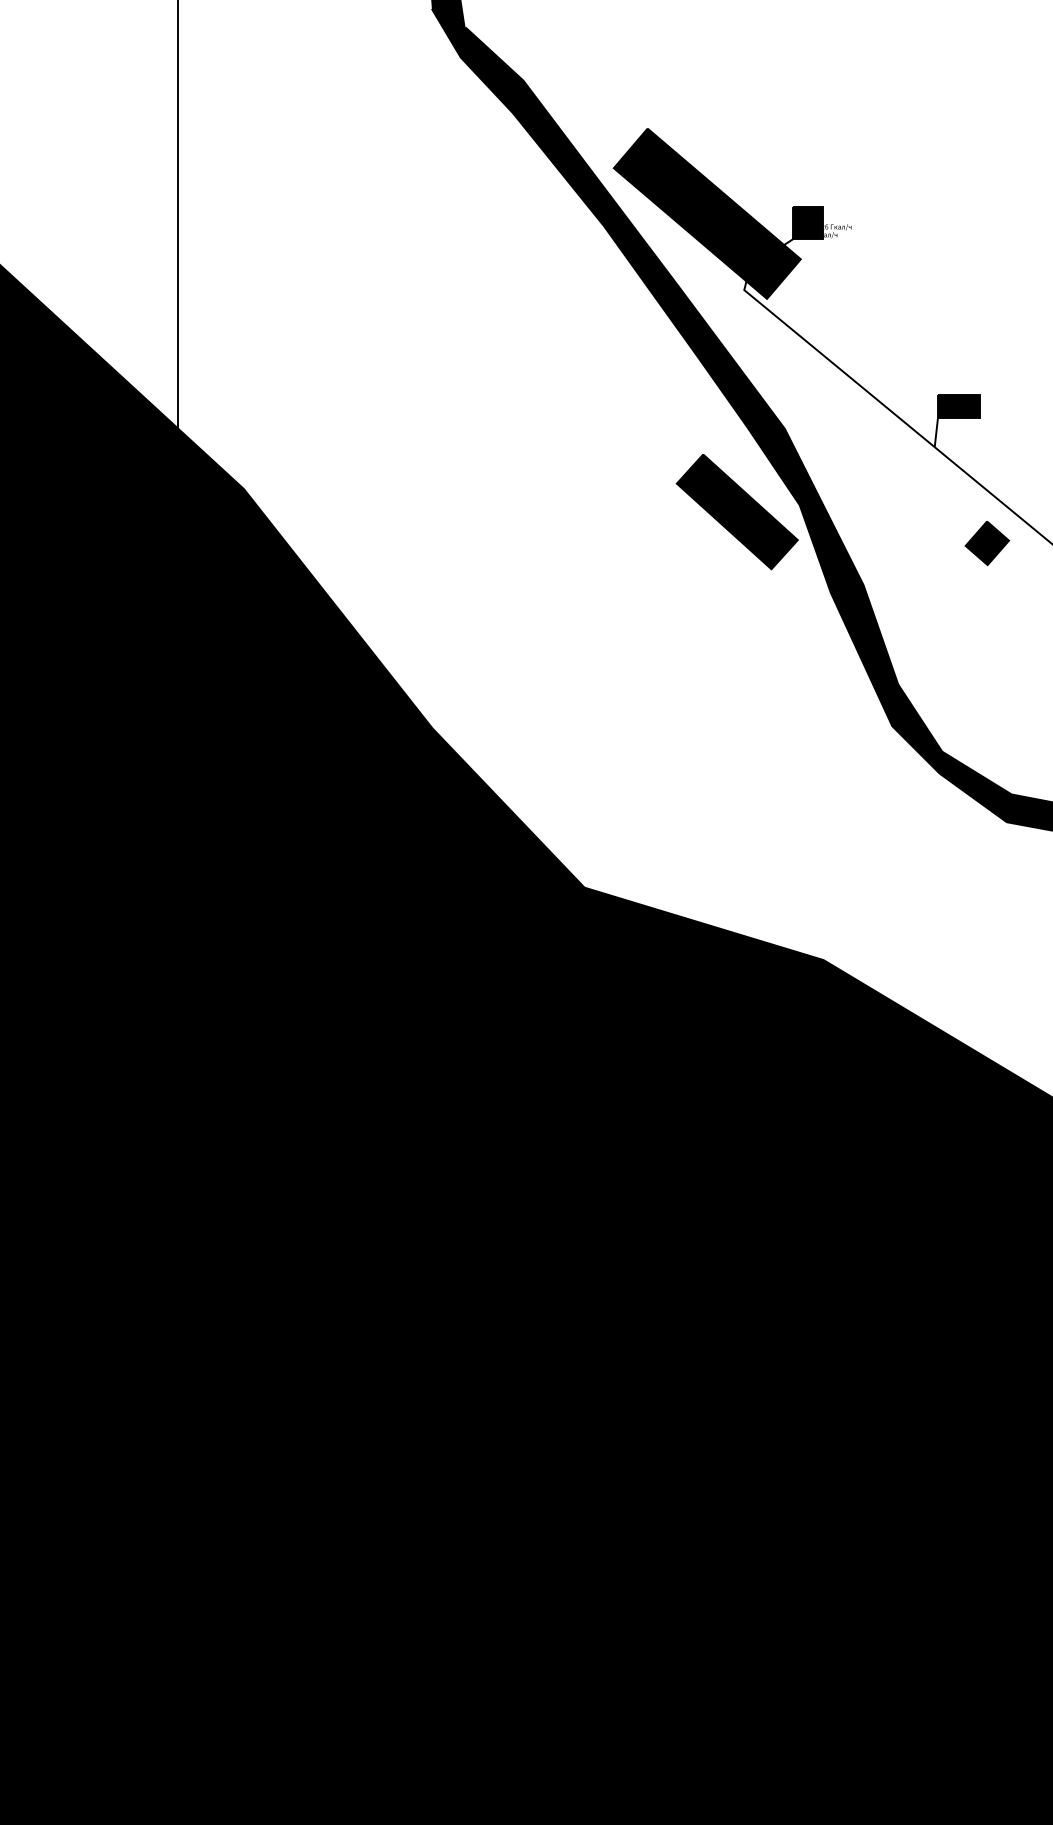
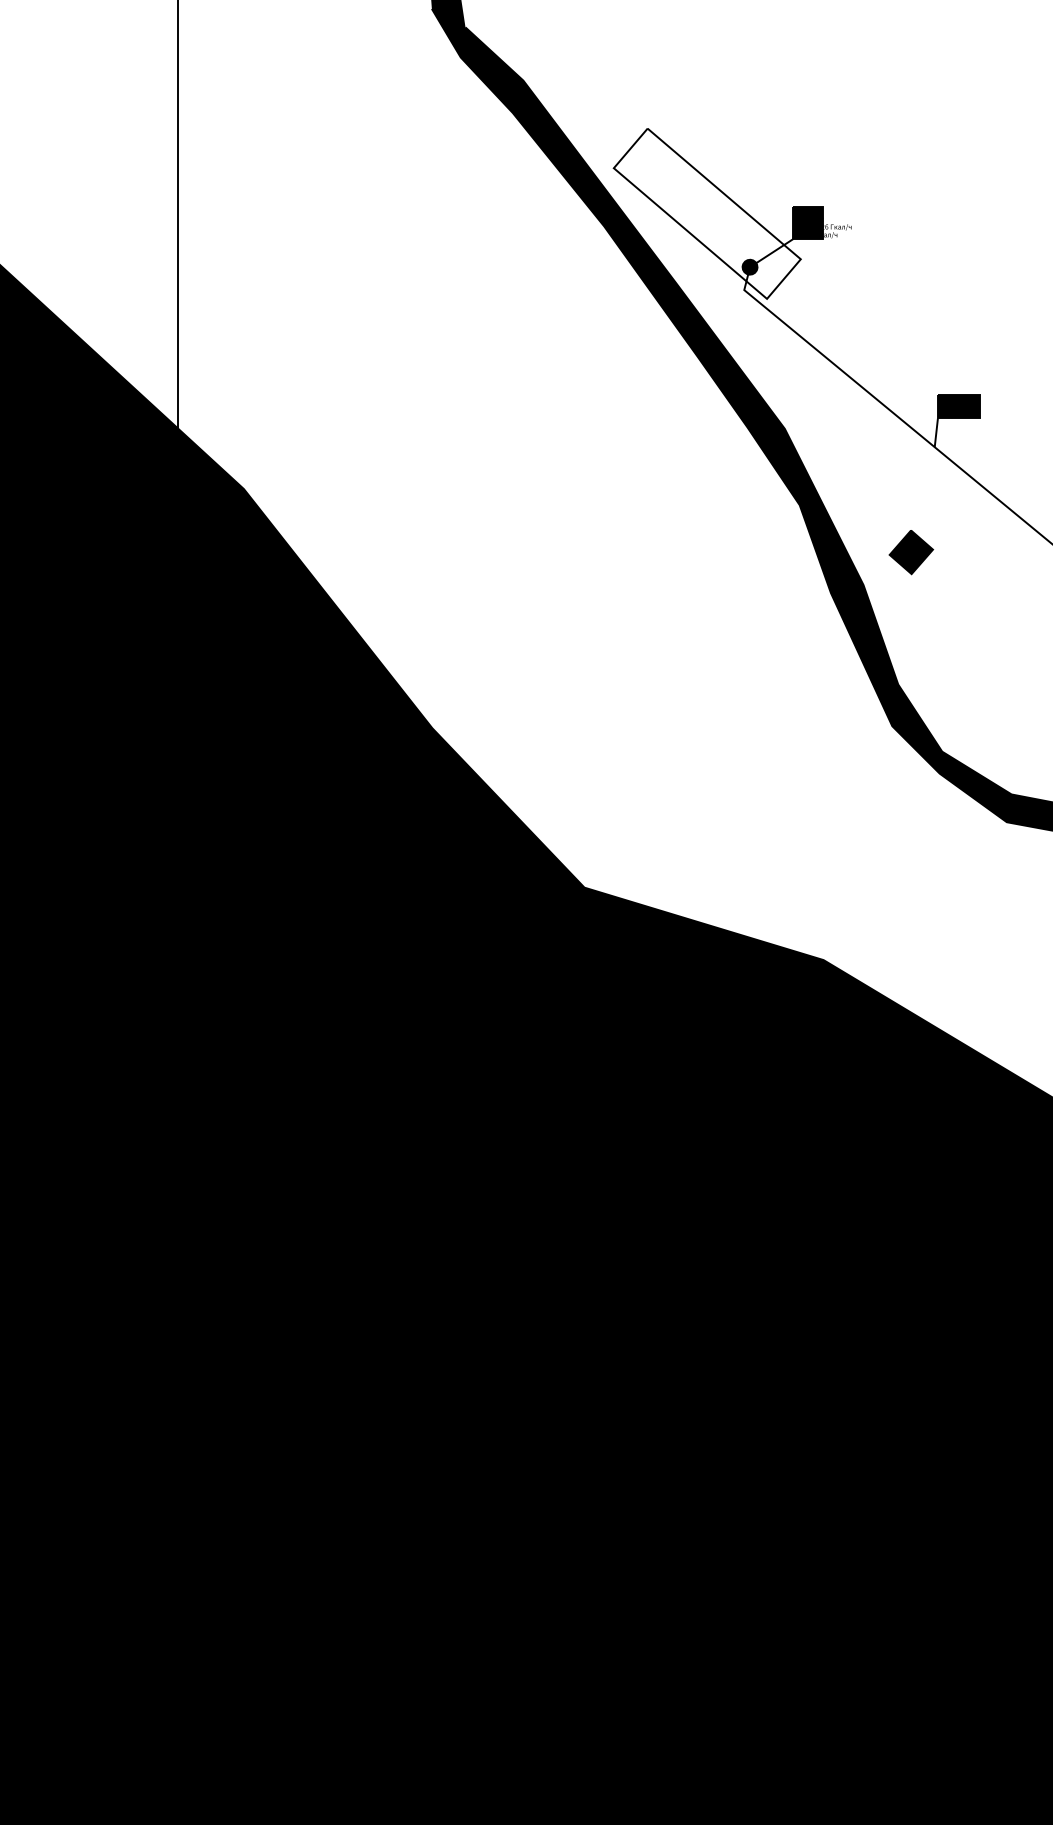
fill at (706, 213): present -> none
part at (736, 512): present -> none
part at (987, 543) position: (987, 543) -> (911, 552)
